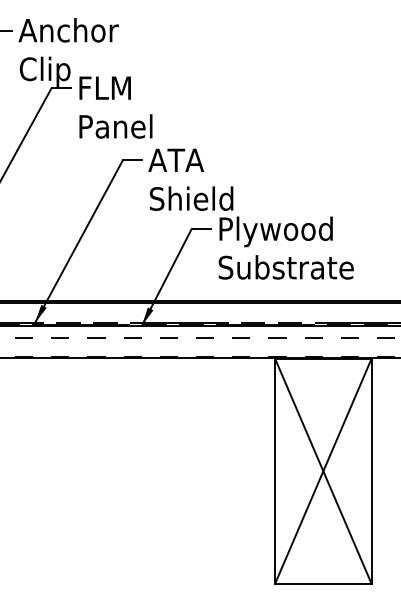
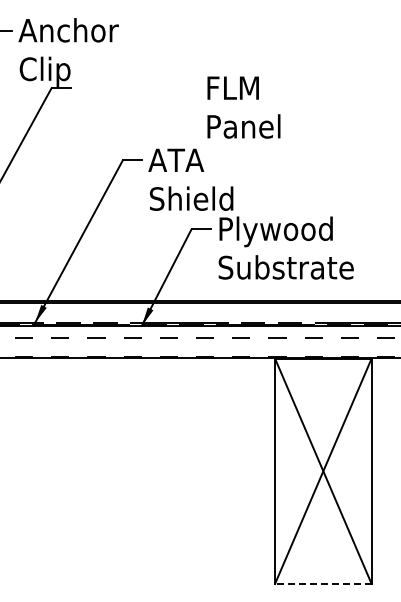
text at (115, 107) position: (115, 107) -> (243, 107)
line at (322, 583): solid -> dashed
